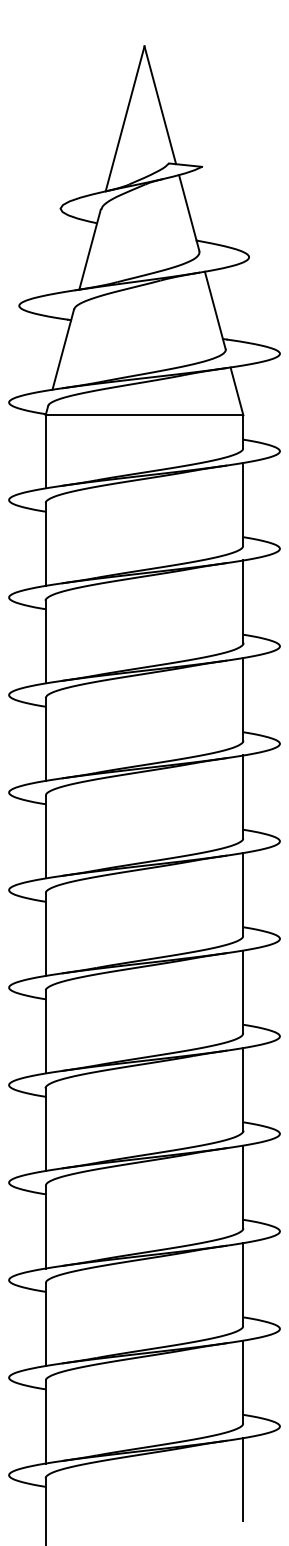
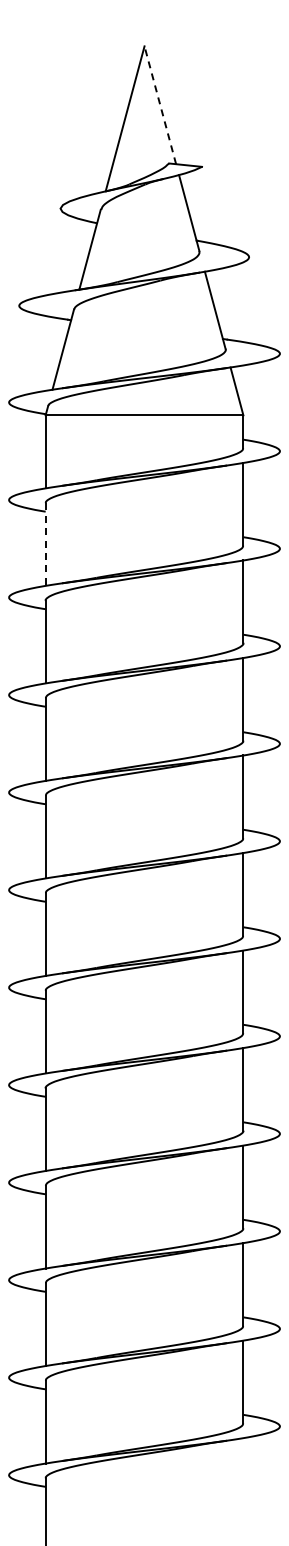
line at (160, 105): solid -> dashed
line at (45, 545): solid -> dashed
line at (243, 1479): present -> none
